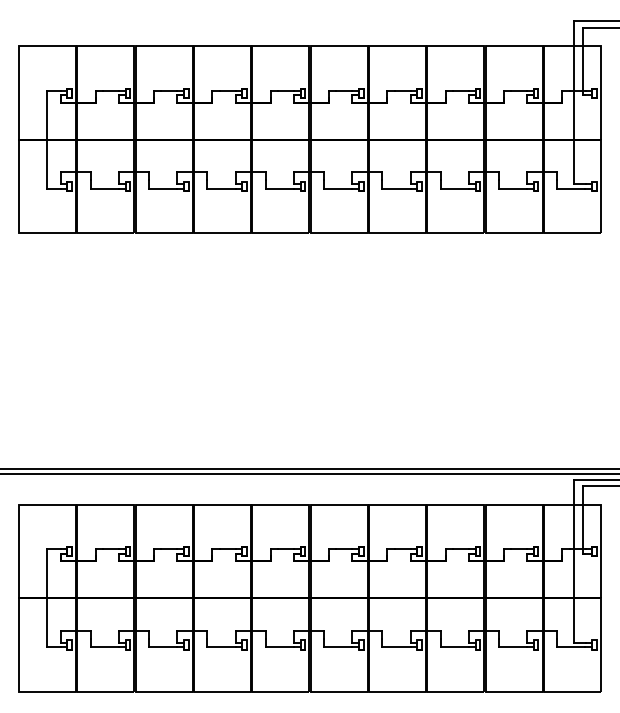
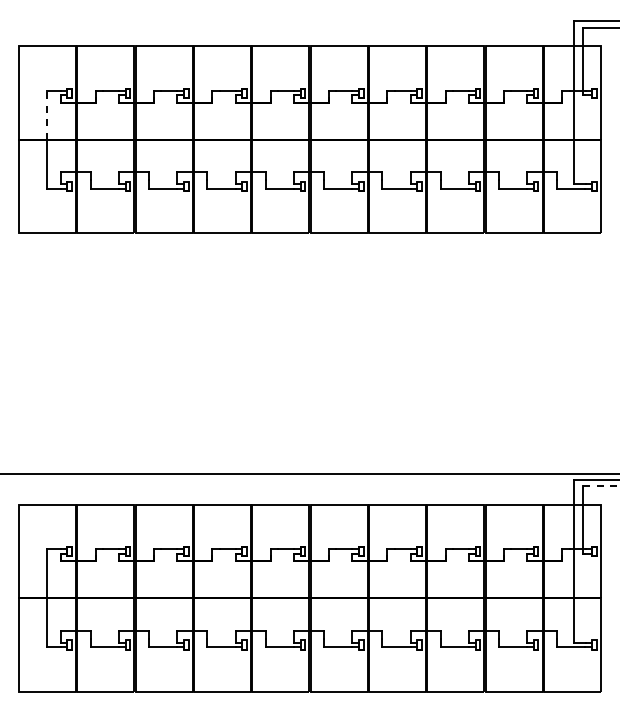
line at (47, 115): solid -> dashed
line at (309, 469): present -> none
line at (601, 485): solid -> dashed
